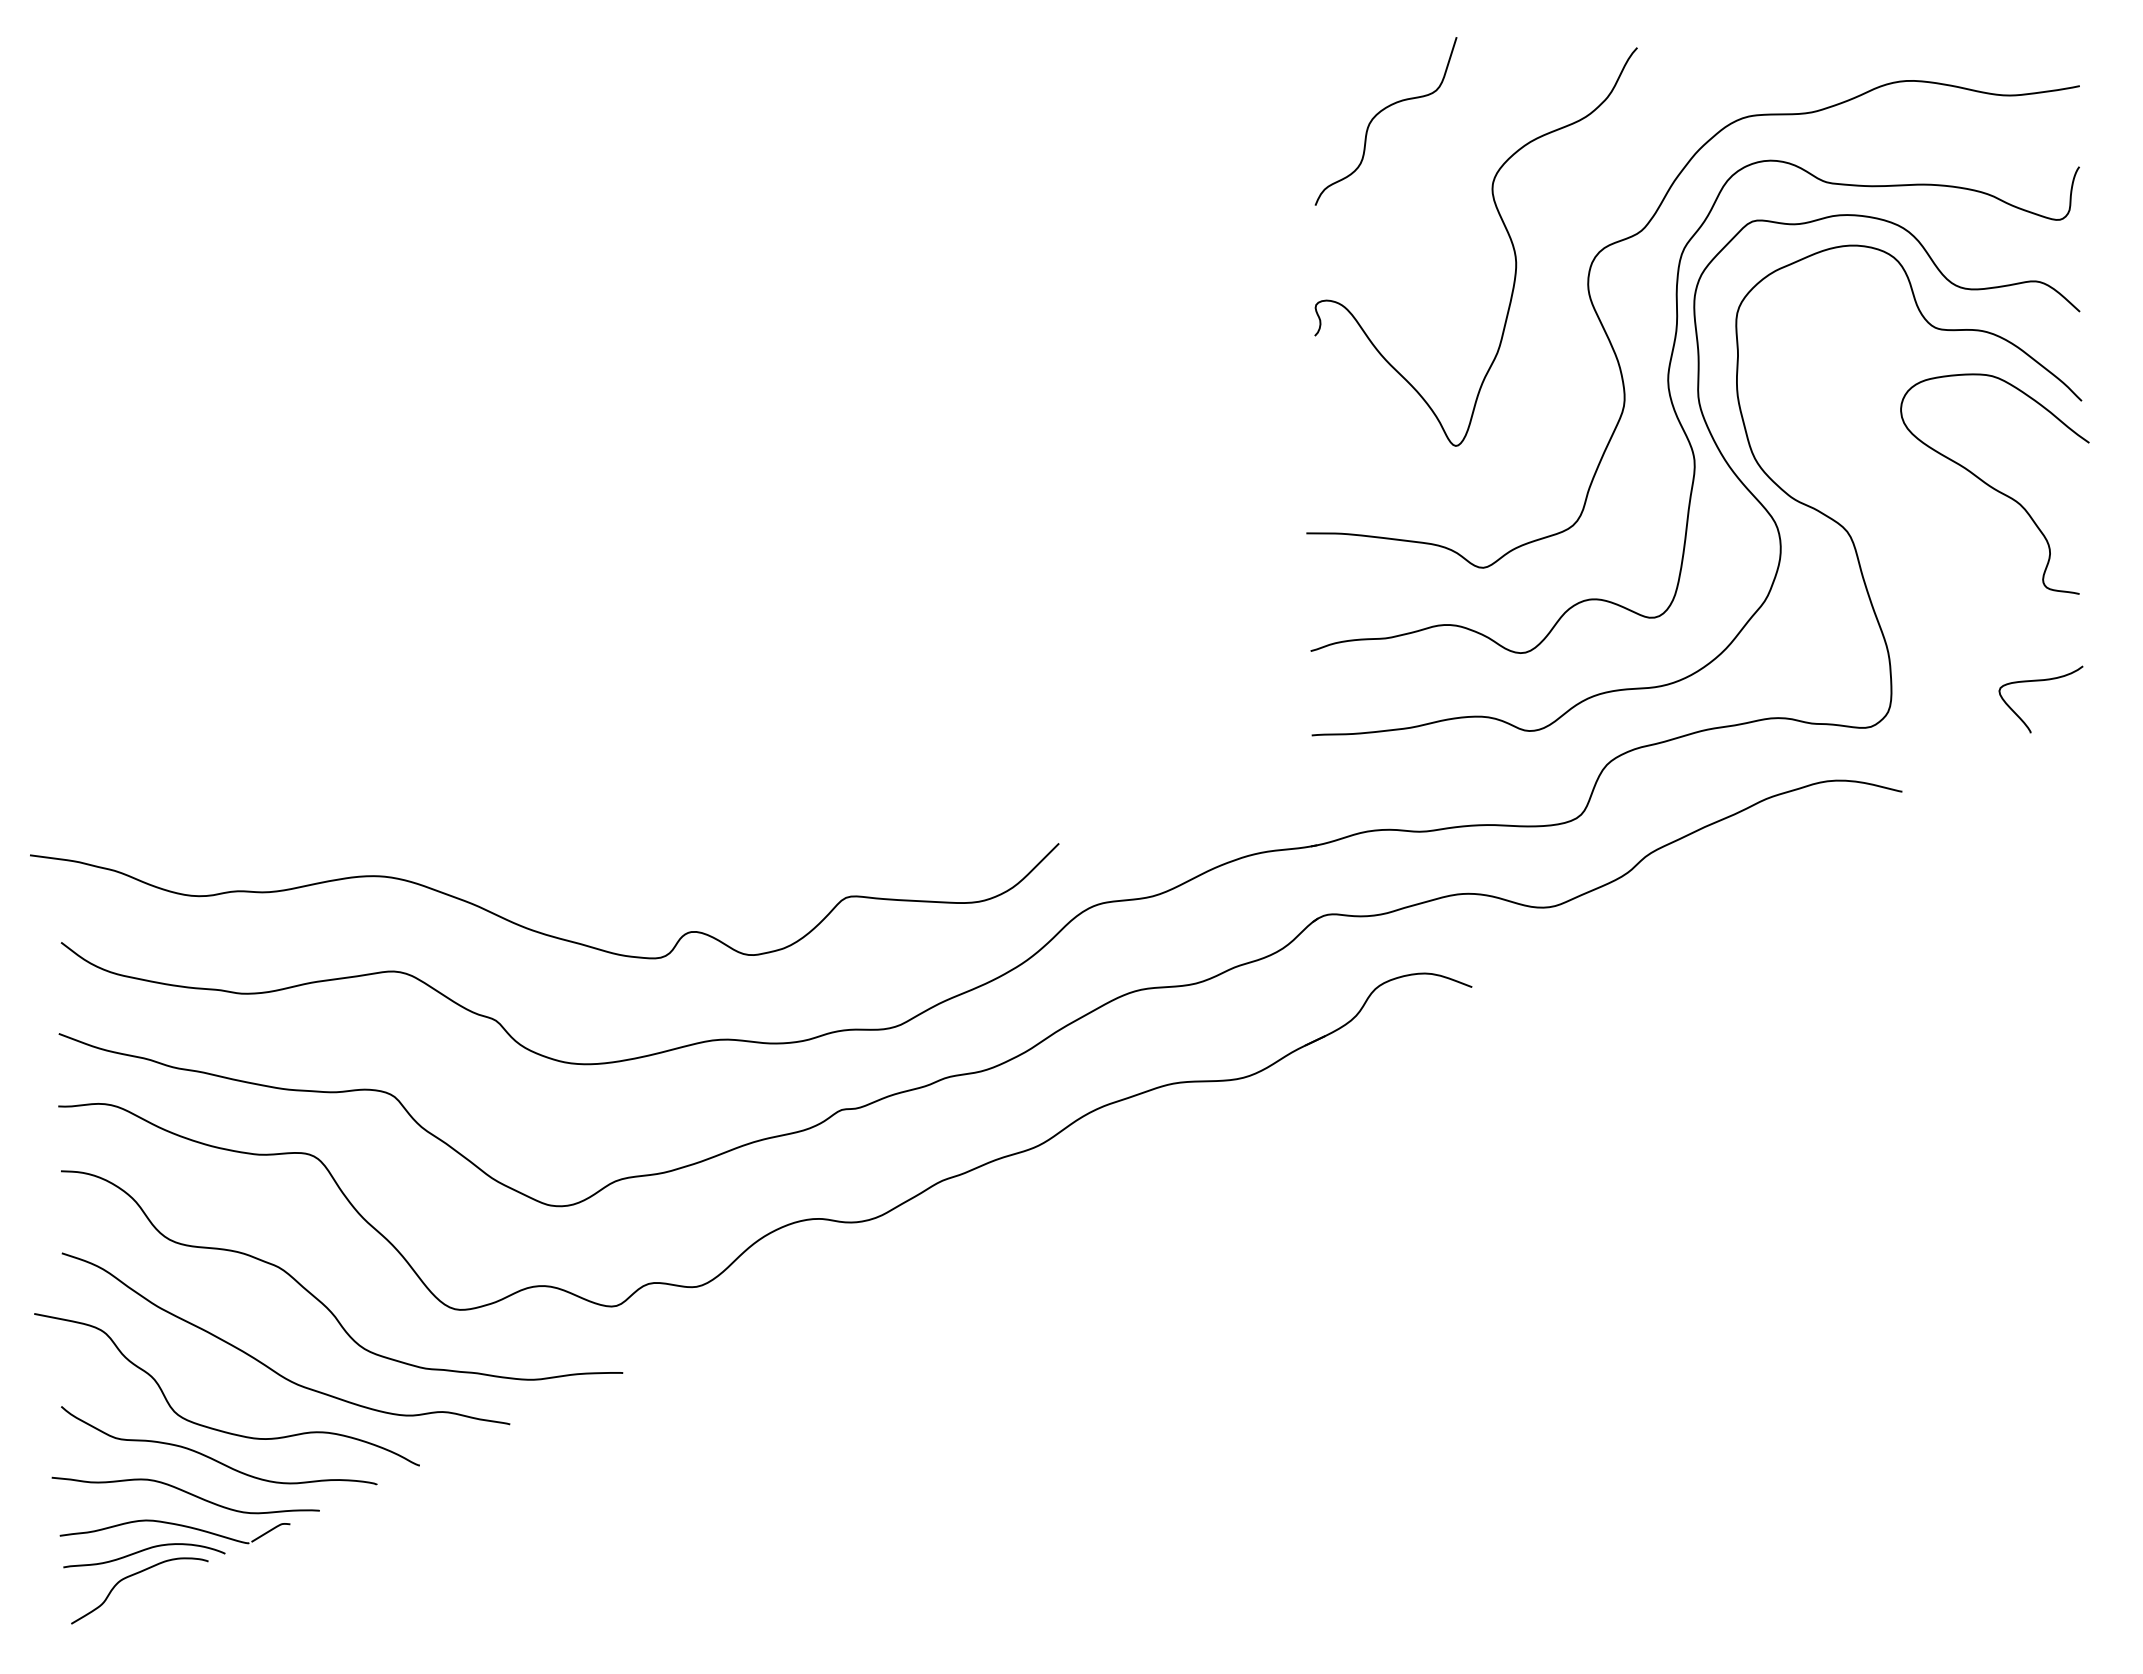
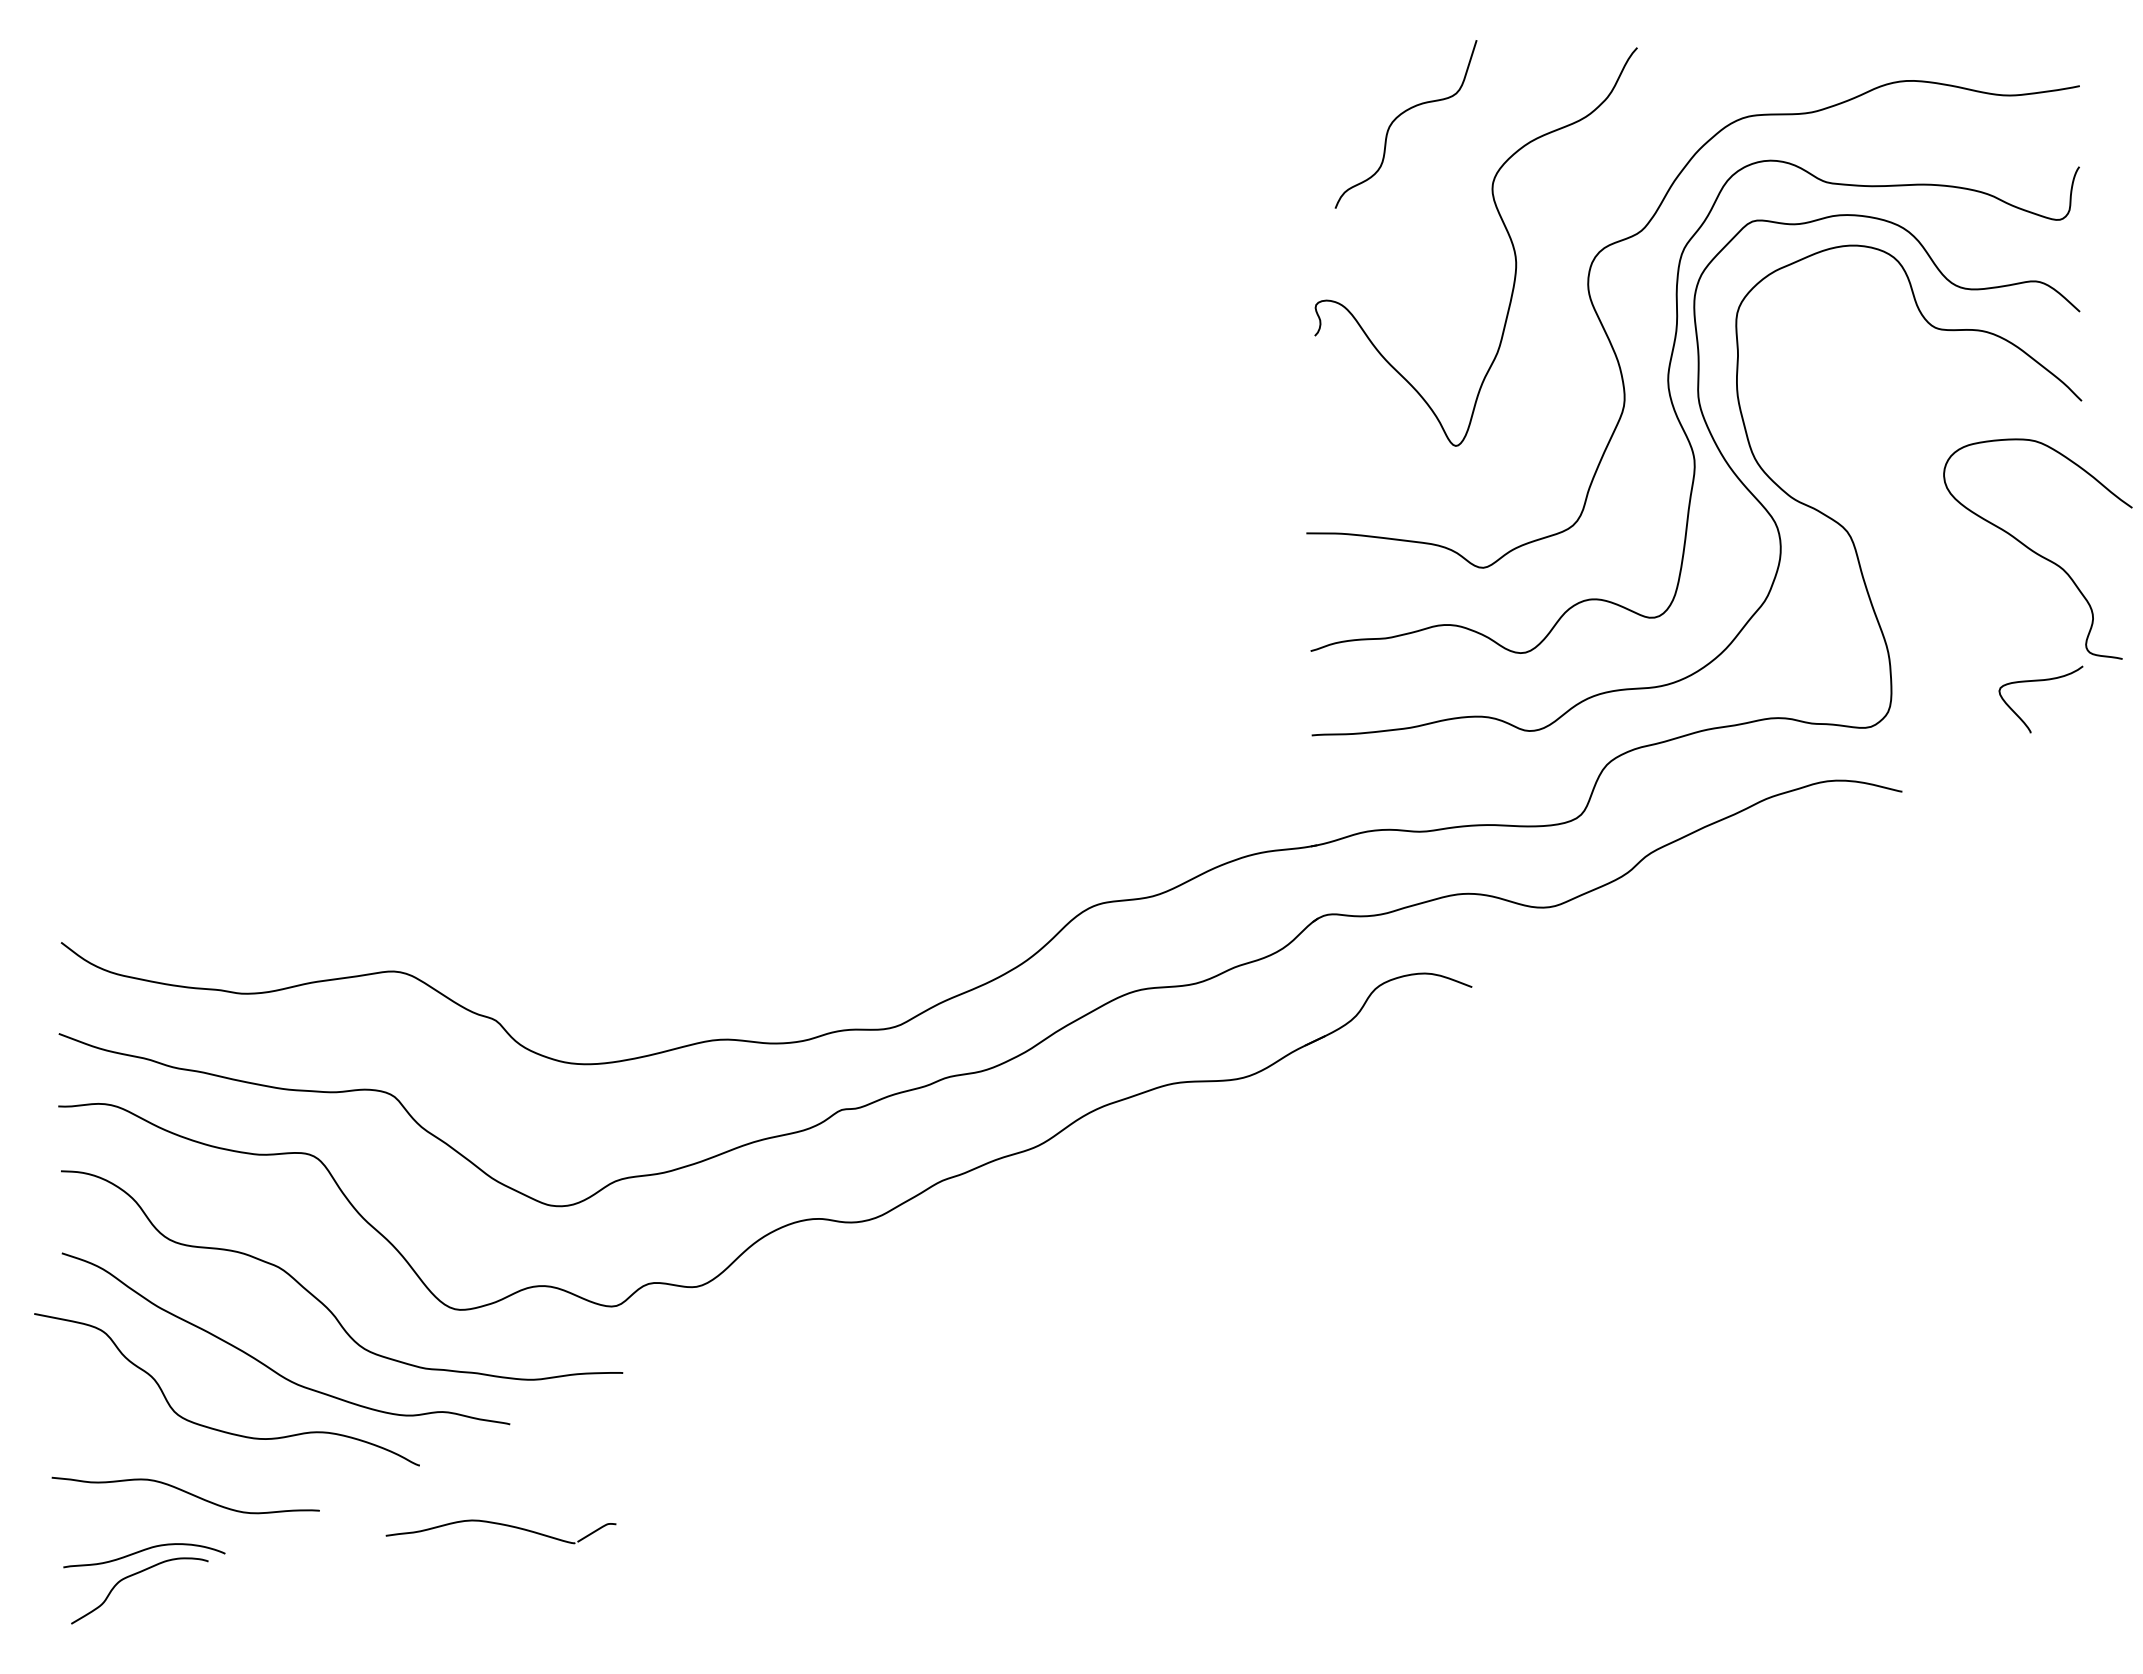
curve at (1378, 114) position: (1378, 114) -> (1398, 117)
curve at (1992, 486) position: (1992, 486) -> (2035, 551)
curve at (533, 929): present -> none
curve at (213, 1458): present -> none
part at (175, 1525) position: (175, 1525) -> (501, 1525)
